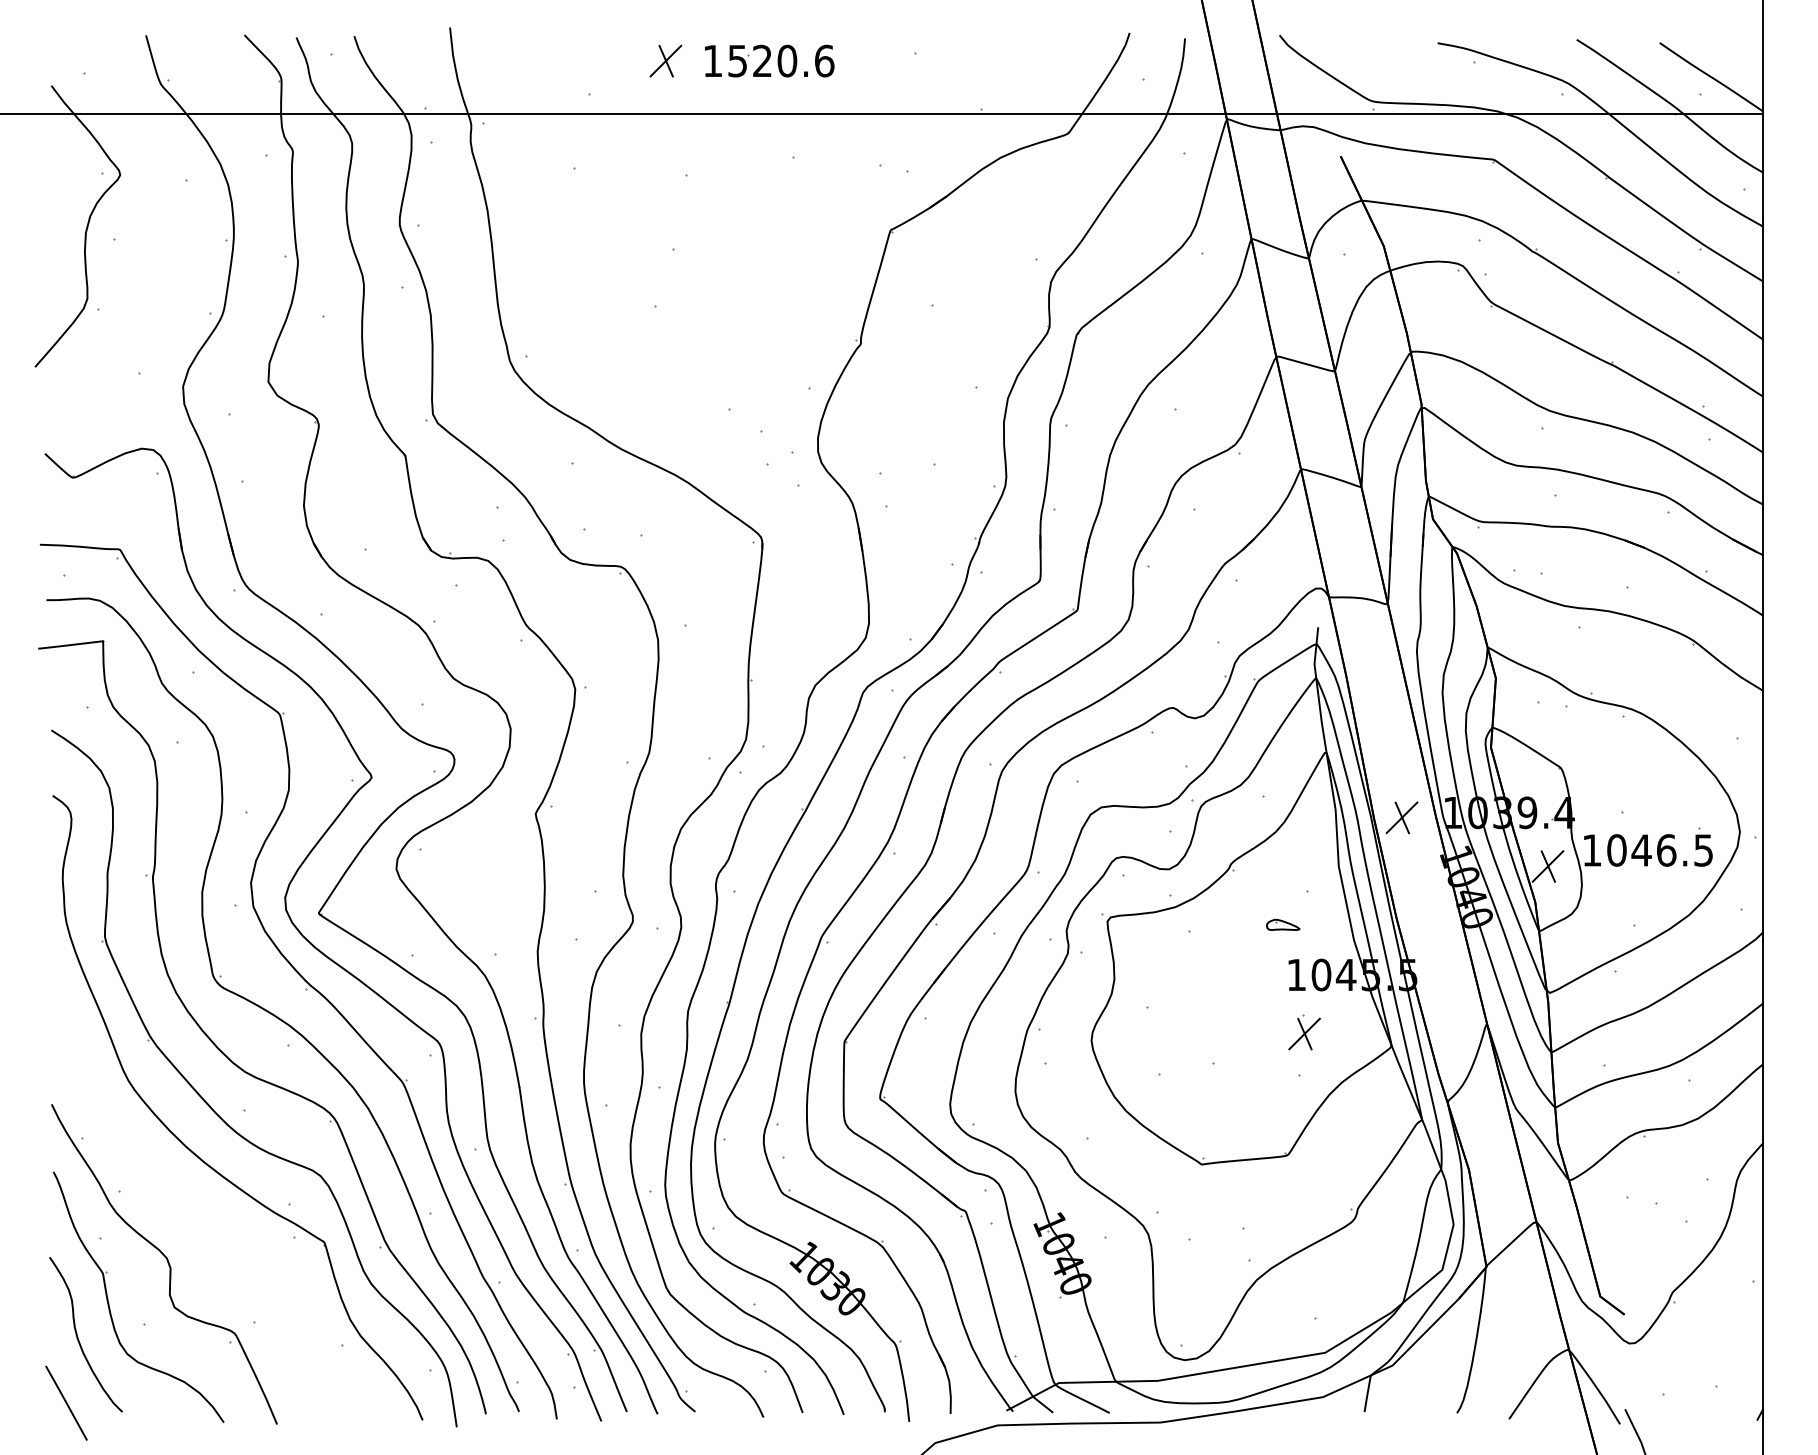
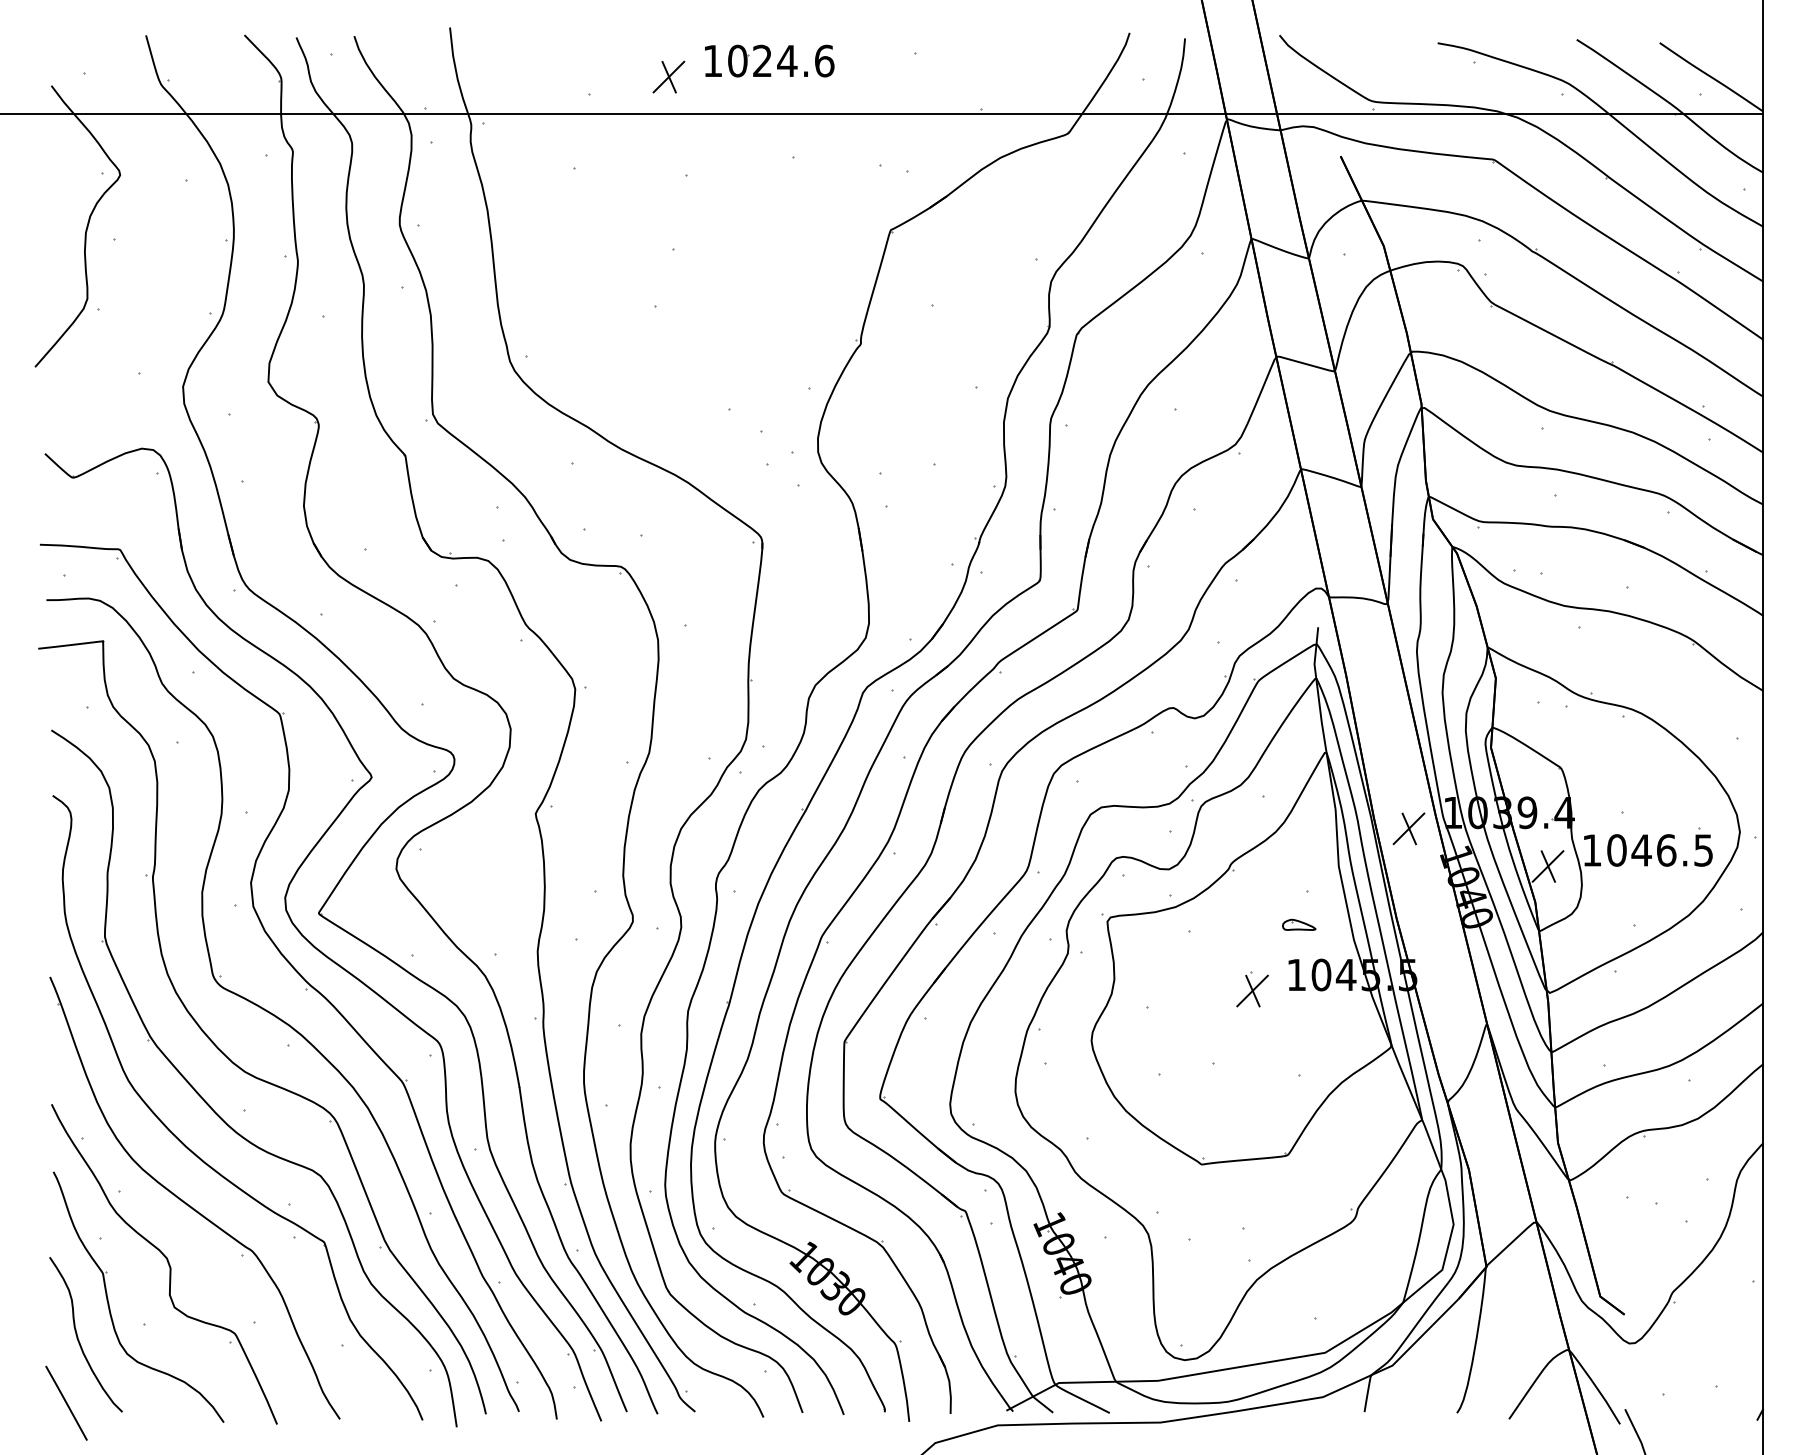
part at (665, 60) position: (665, 60) -> (668, 76)
text at (762, 60): 1520.6 -> 1024.6
part at (1401, 817) position: (1401, 817) -> (1408, 828)
part at (1283, 924) position: (1283, 924) -> (1299, 924)
part at (1304, 1032) position: (1304, 1032) -> (1252, 989)
part at (190, 1205): none -> present
